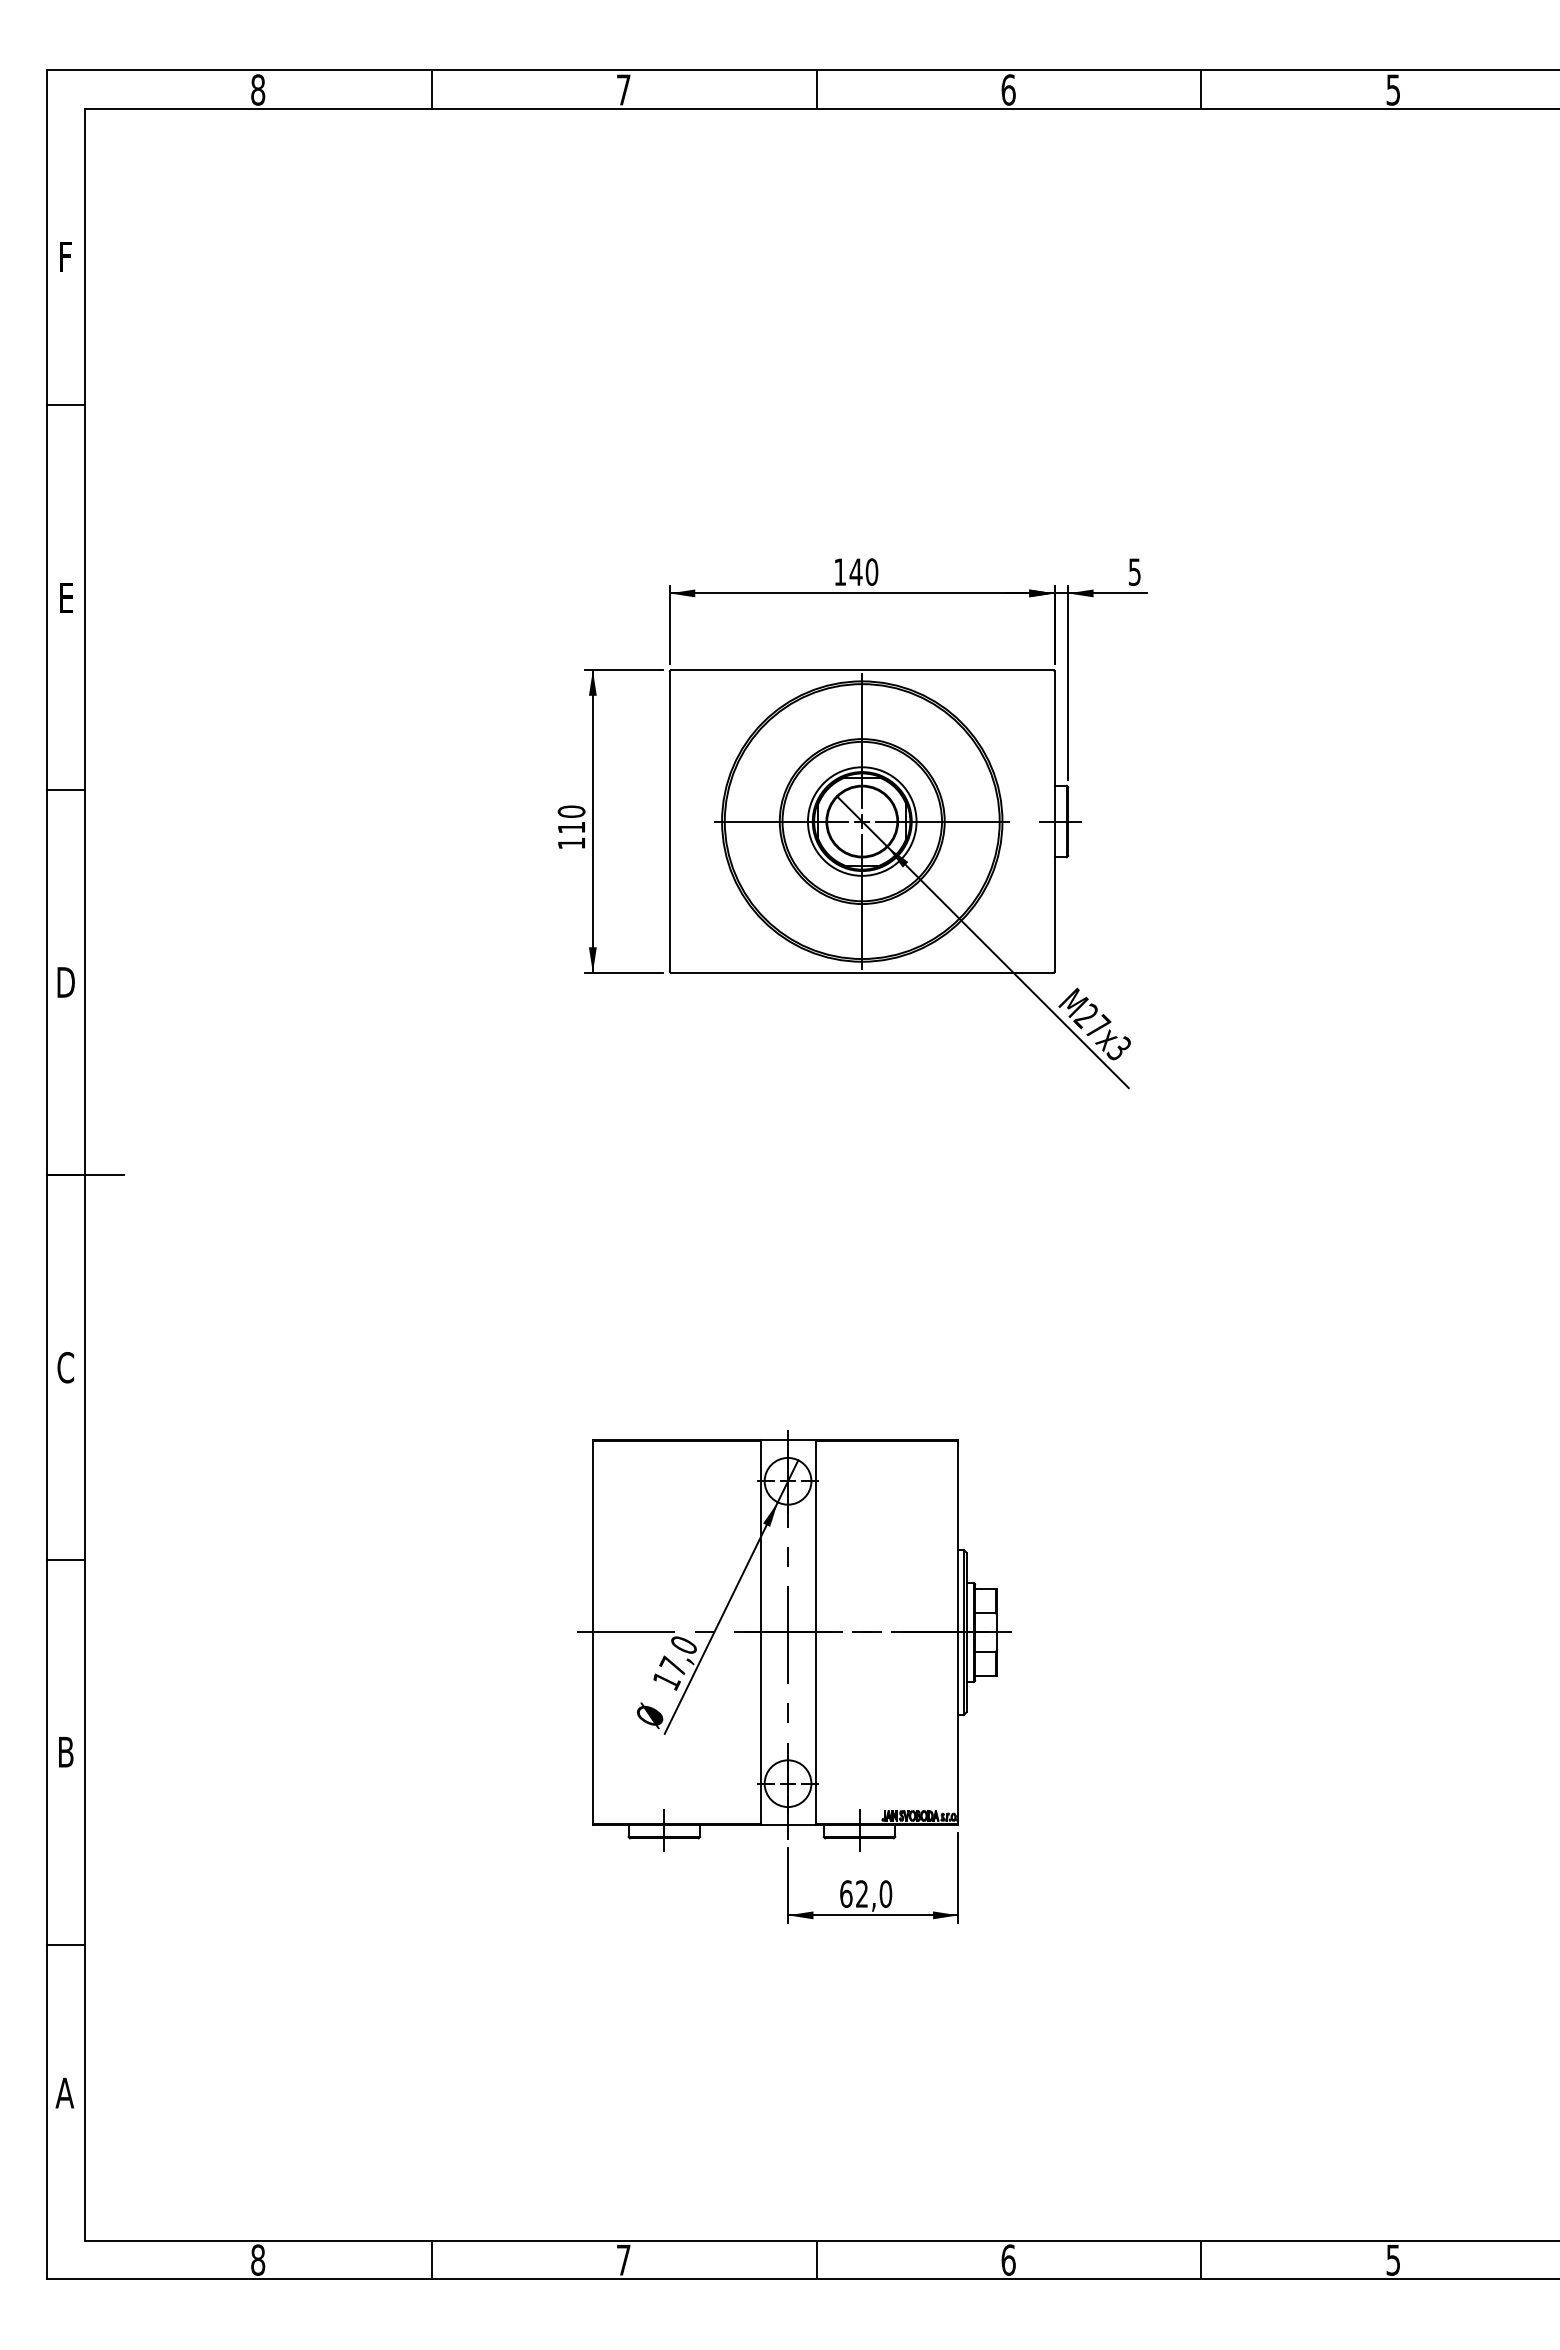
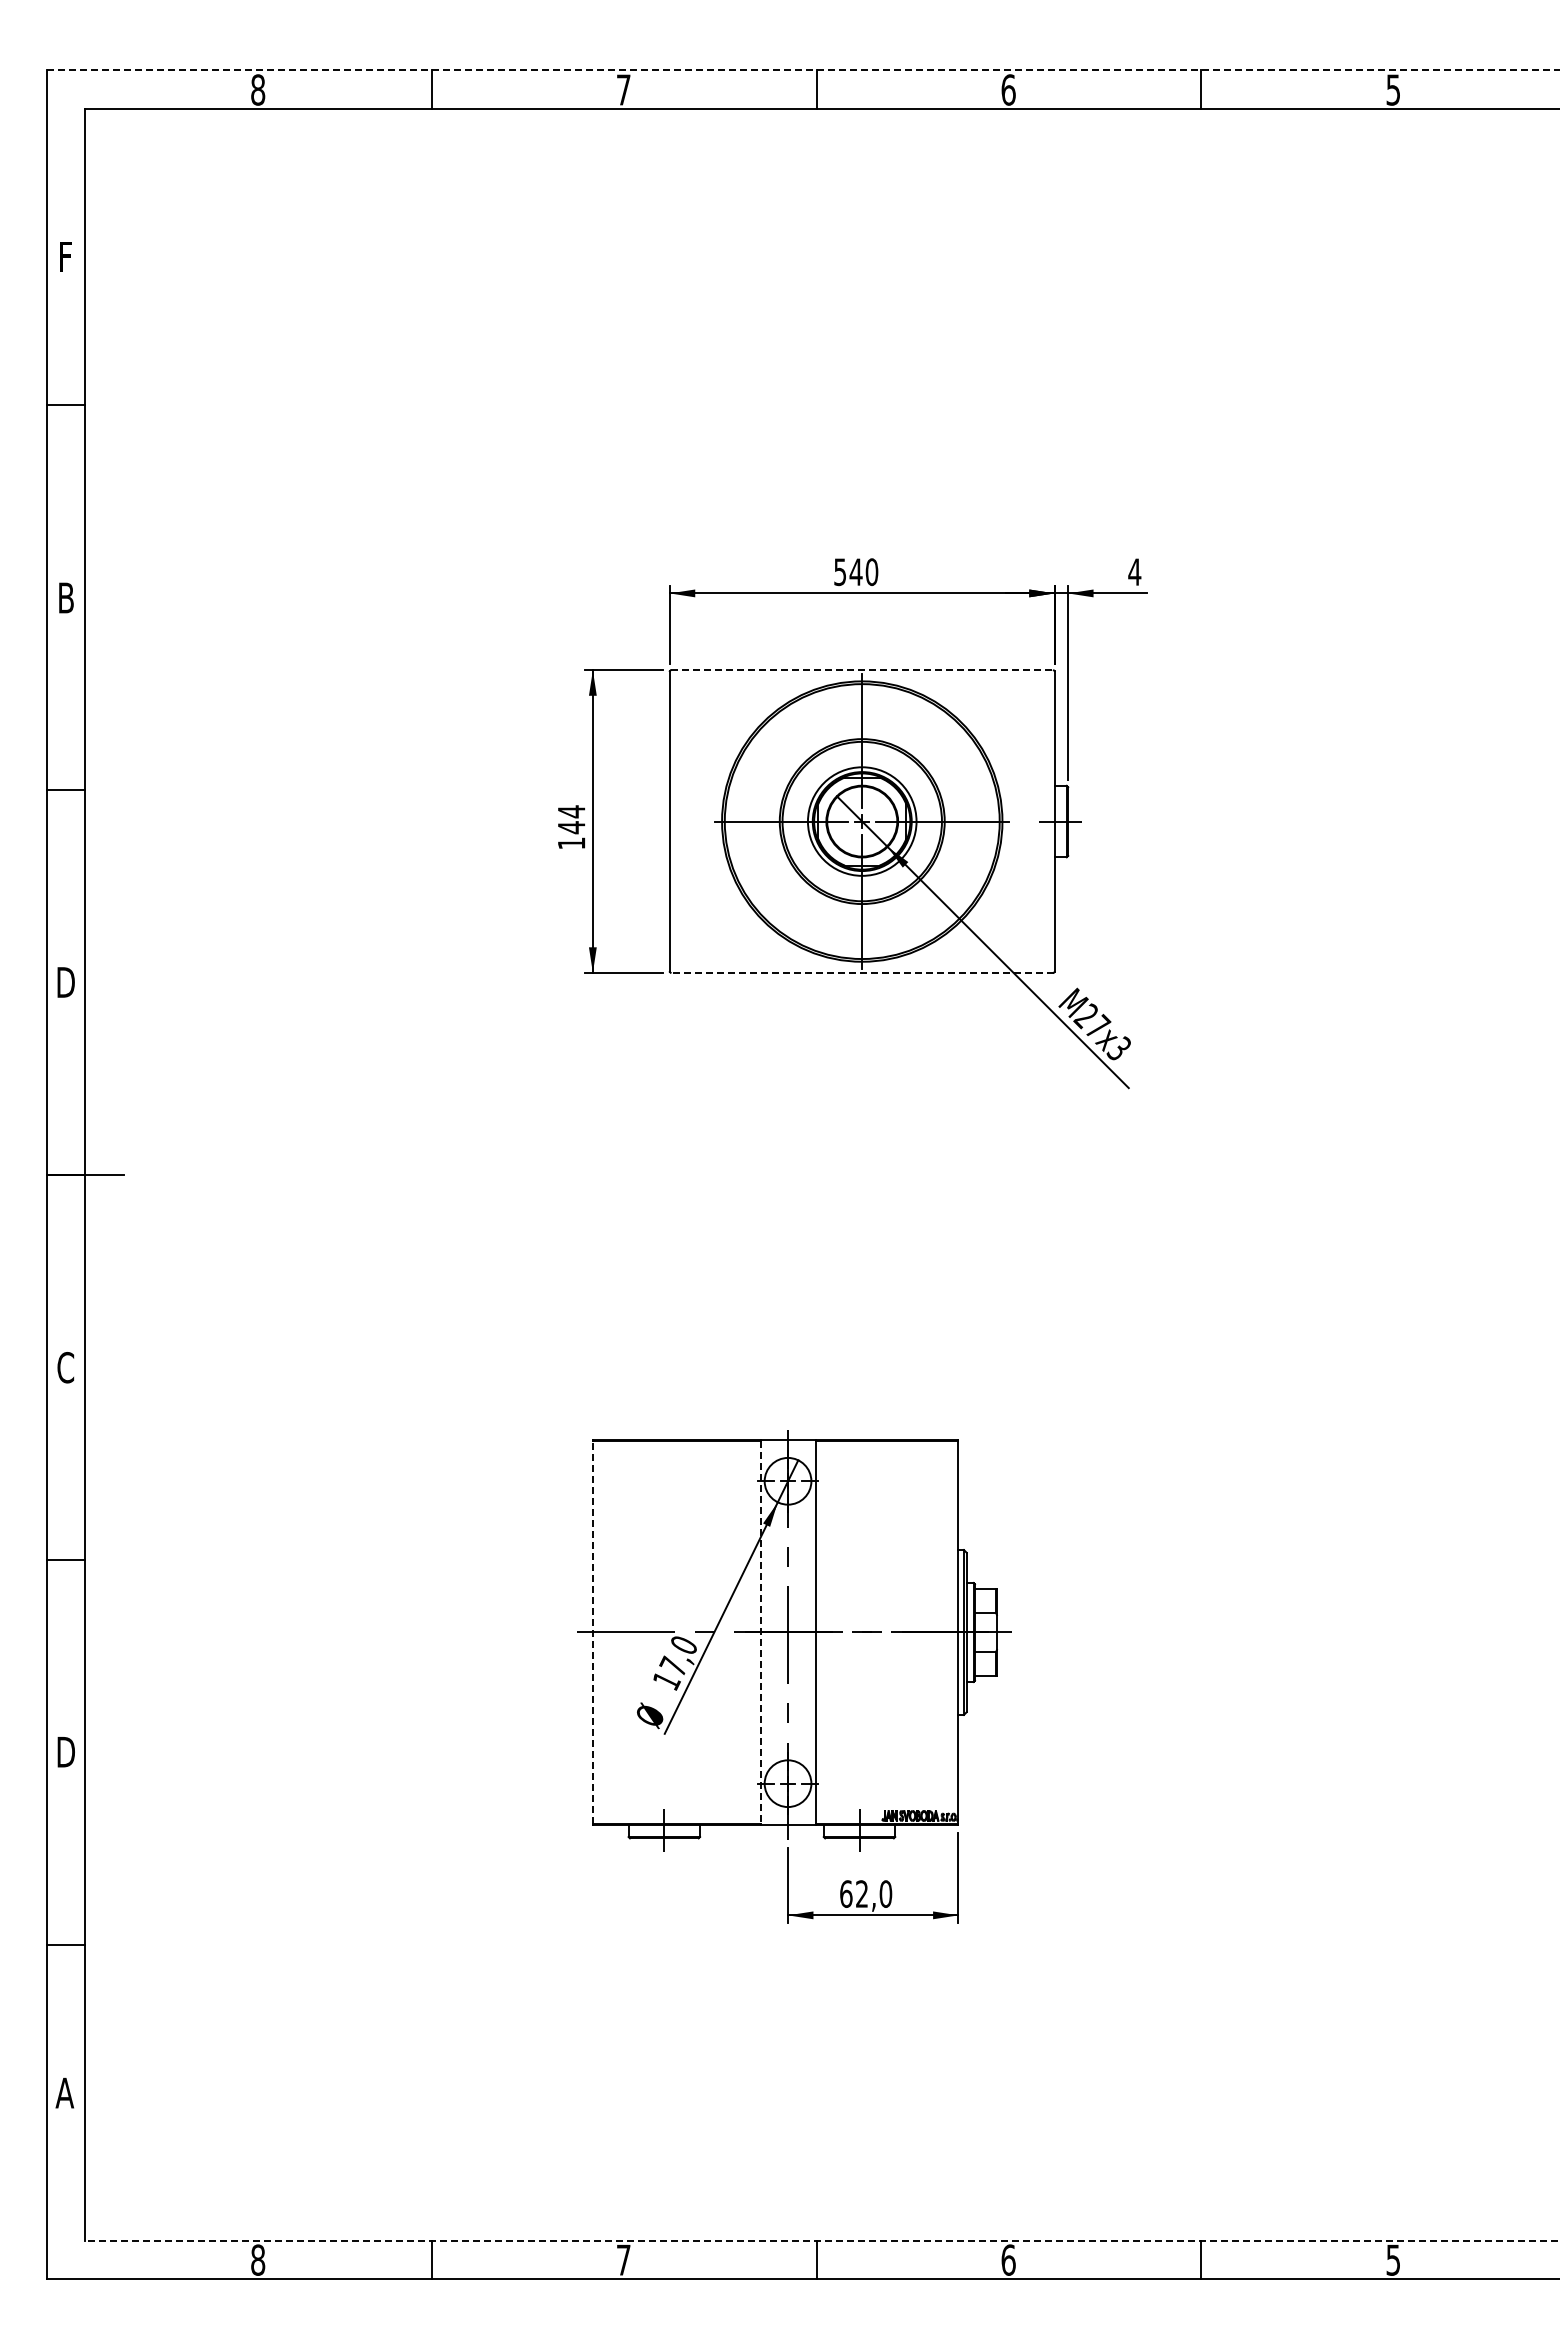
line at (803, 70): solid -> dashed
text at (839, 572): 140 -> 540
text at (1134, 572): 5 -> 4
text at (66, 597): E -> B
line at (862, 670): solid -> dashed
text at (571, 819): 110 -> 144
line at (862, 972): solid -> dashed
line at (592, 1632): solid -> dashed
line at (760, 1632): solid -> dashed
text at (65, 1751): B -> D
line at (822, 2241): solid -> dashed
